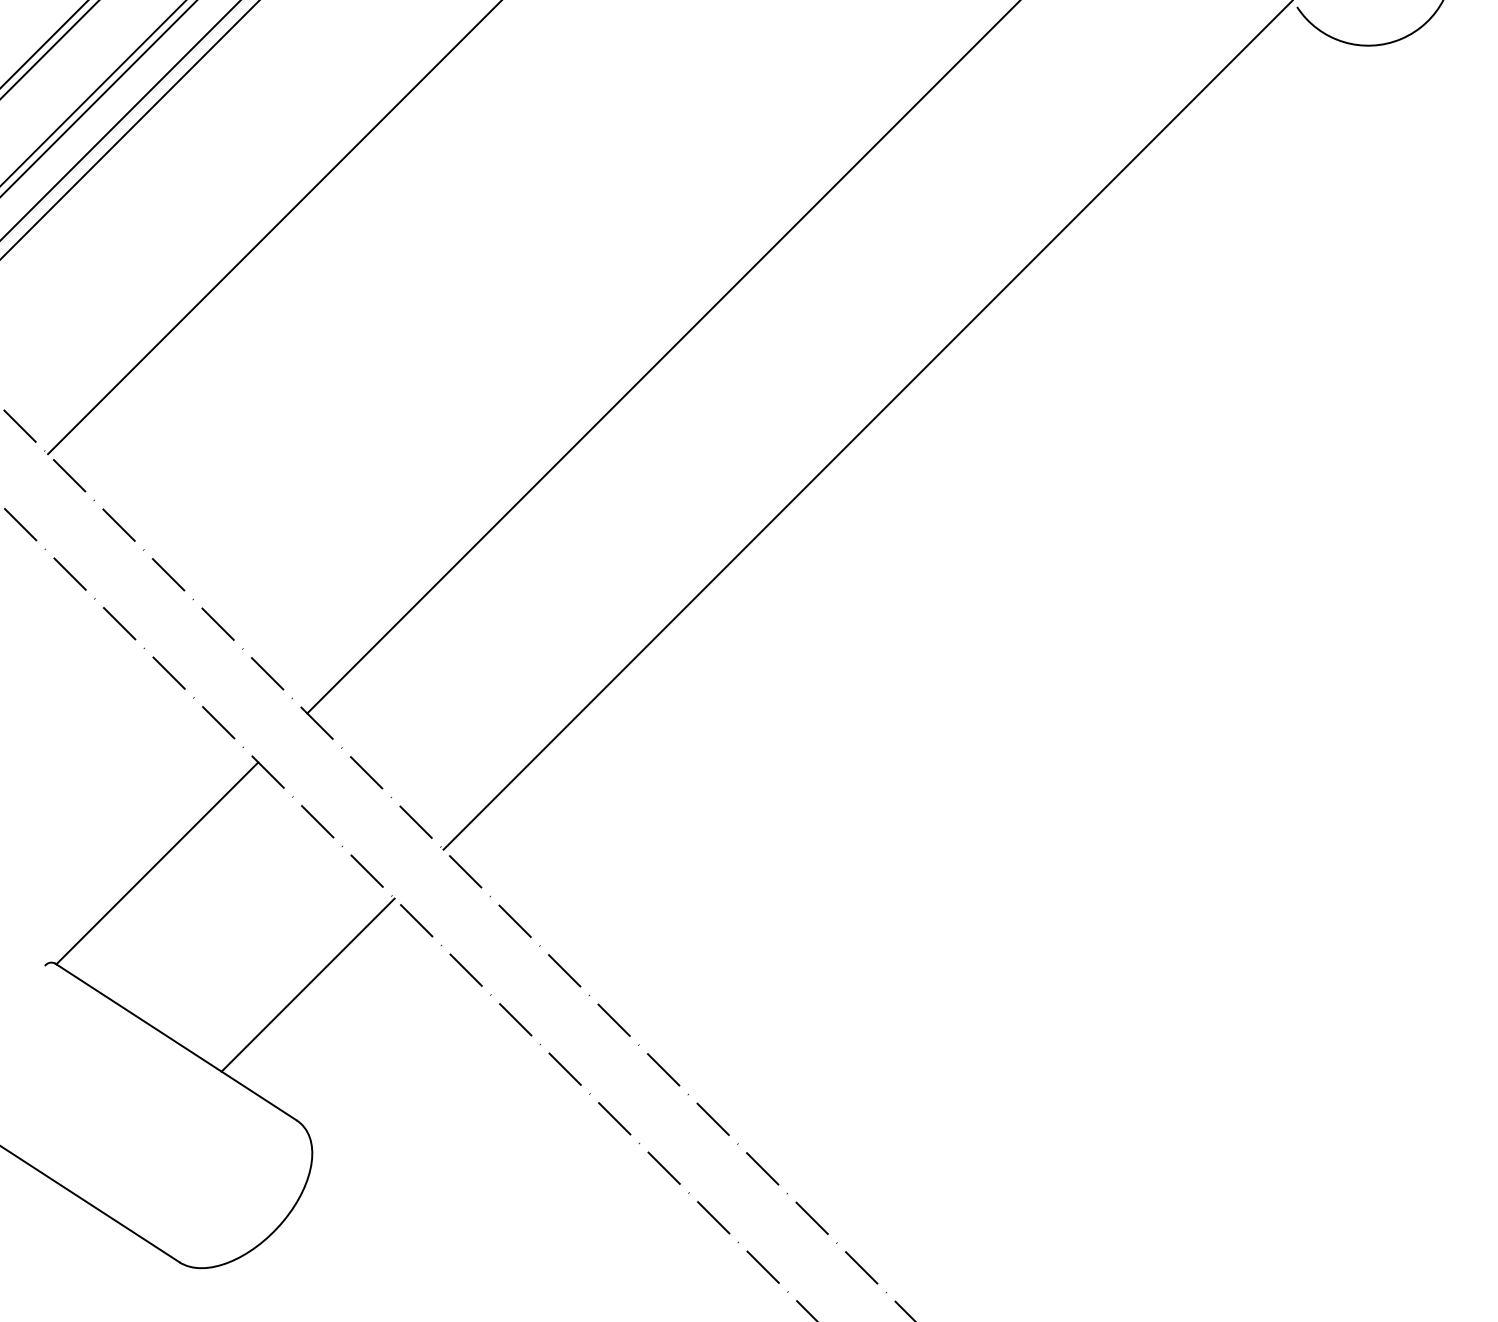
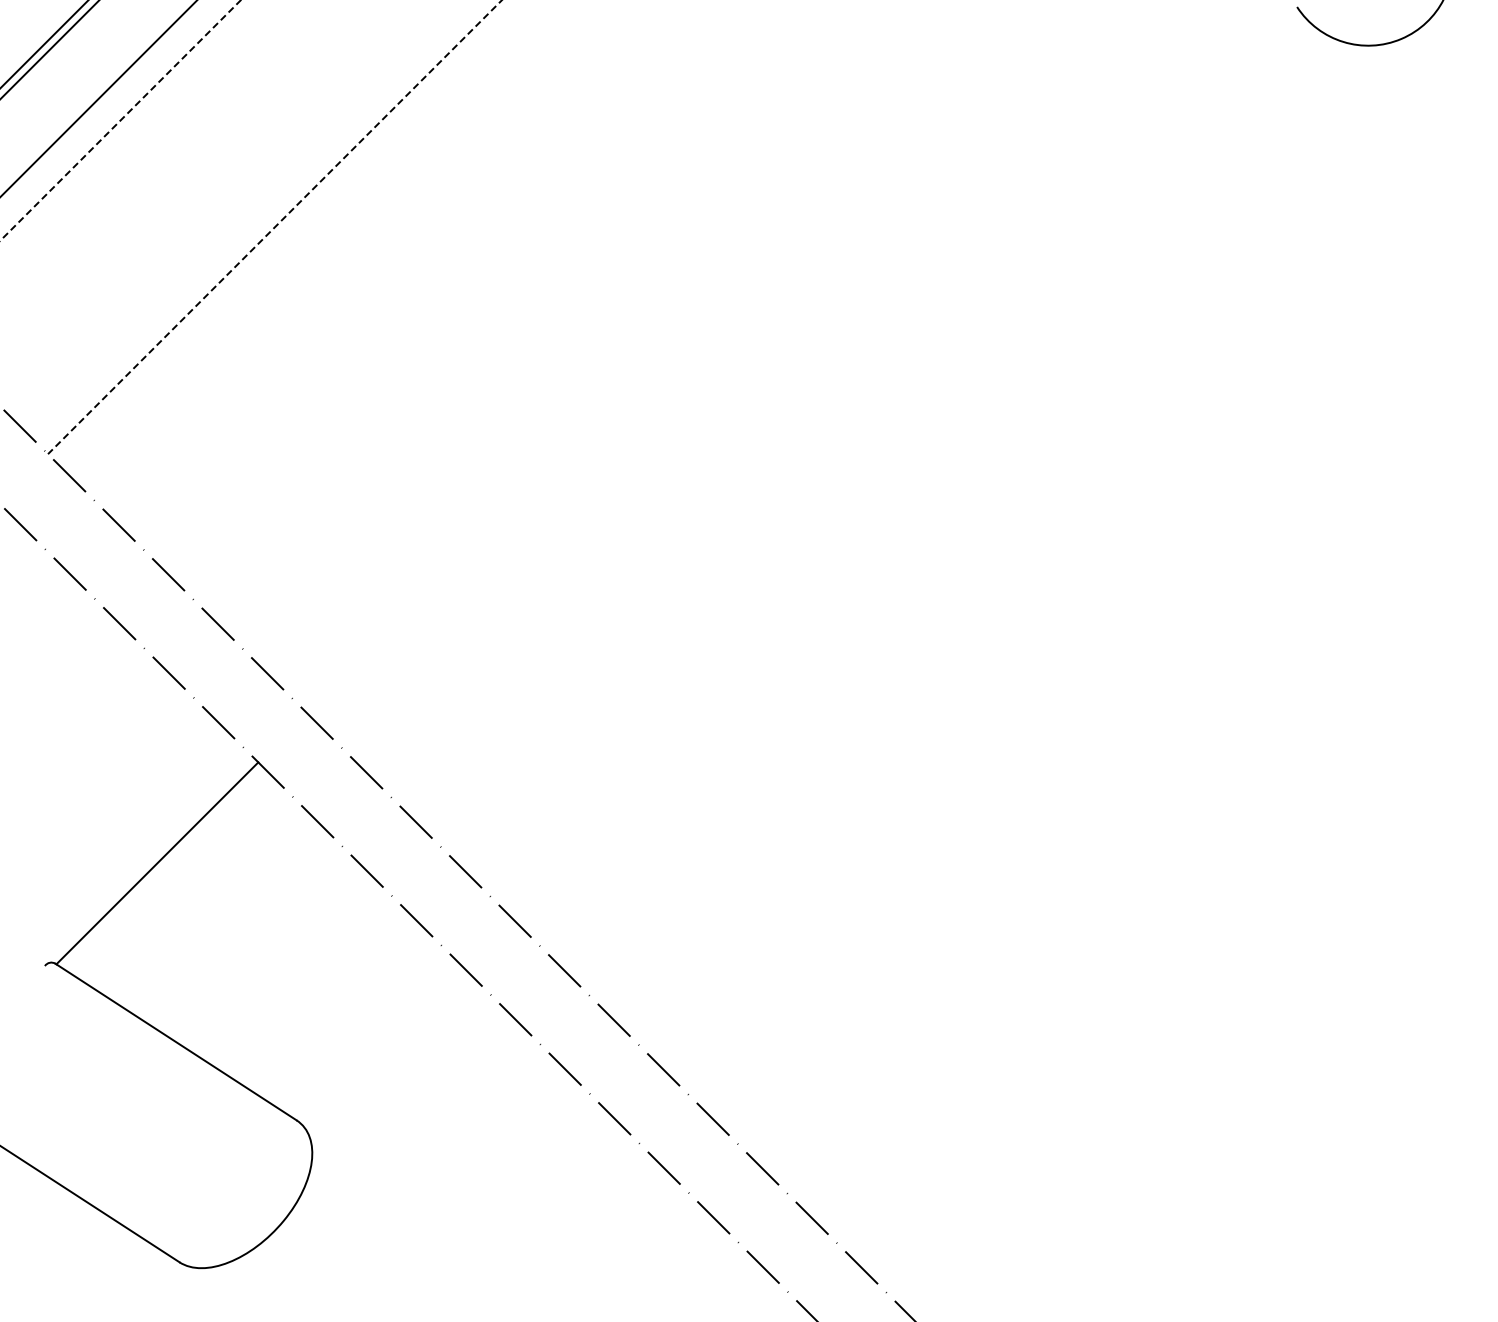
line at (93, 93): present -> none
line at (120, 120): solid -> dashed
line at (129, 129): present -> none
line at (274, 227): solid -> dashed
line at (662, 357): present -> none
line at (866, 425): present -> none
line at (307, 984): present -> none
